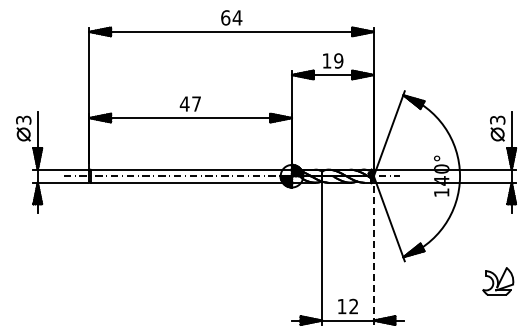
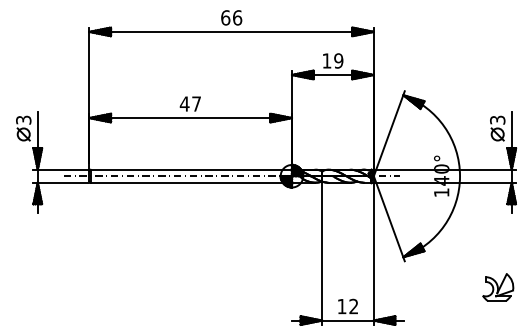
text at (237, 17): 64 -> 66
line at (373, 250): dashed -> solid
part at (498, 281) position: (498, 281) -> (498, 287)
